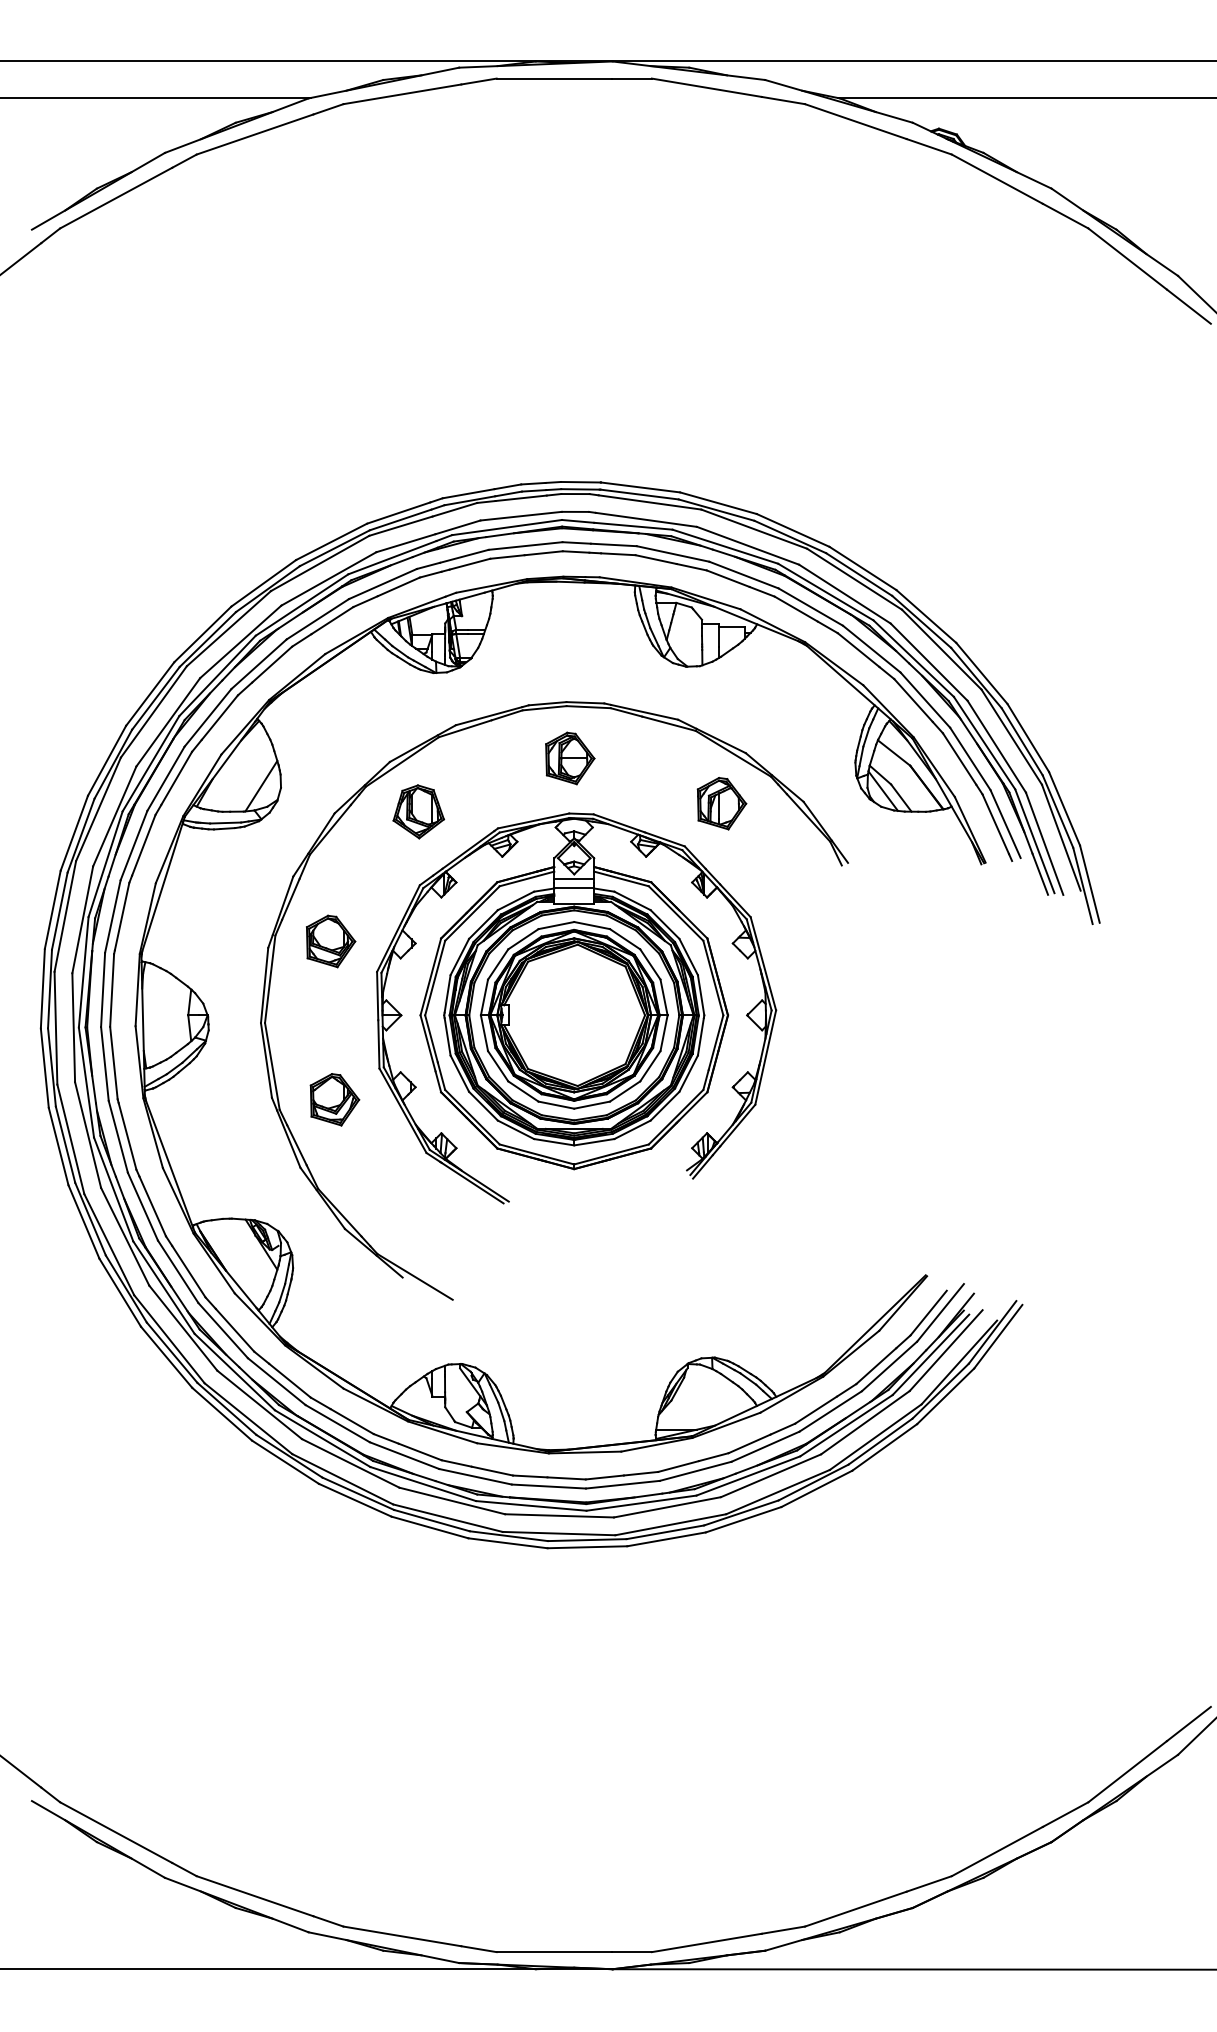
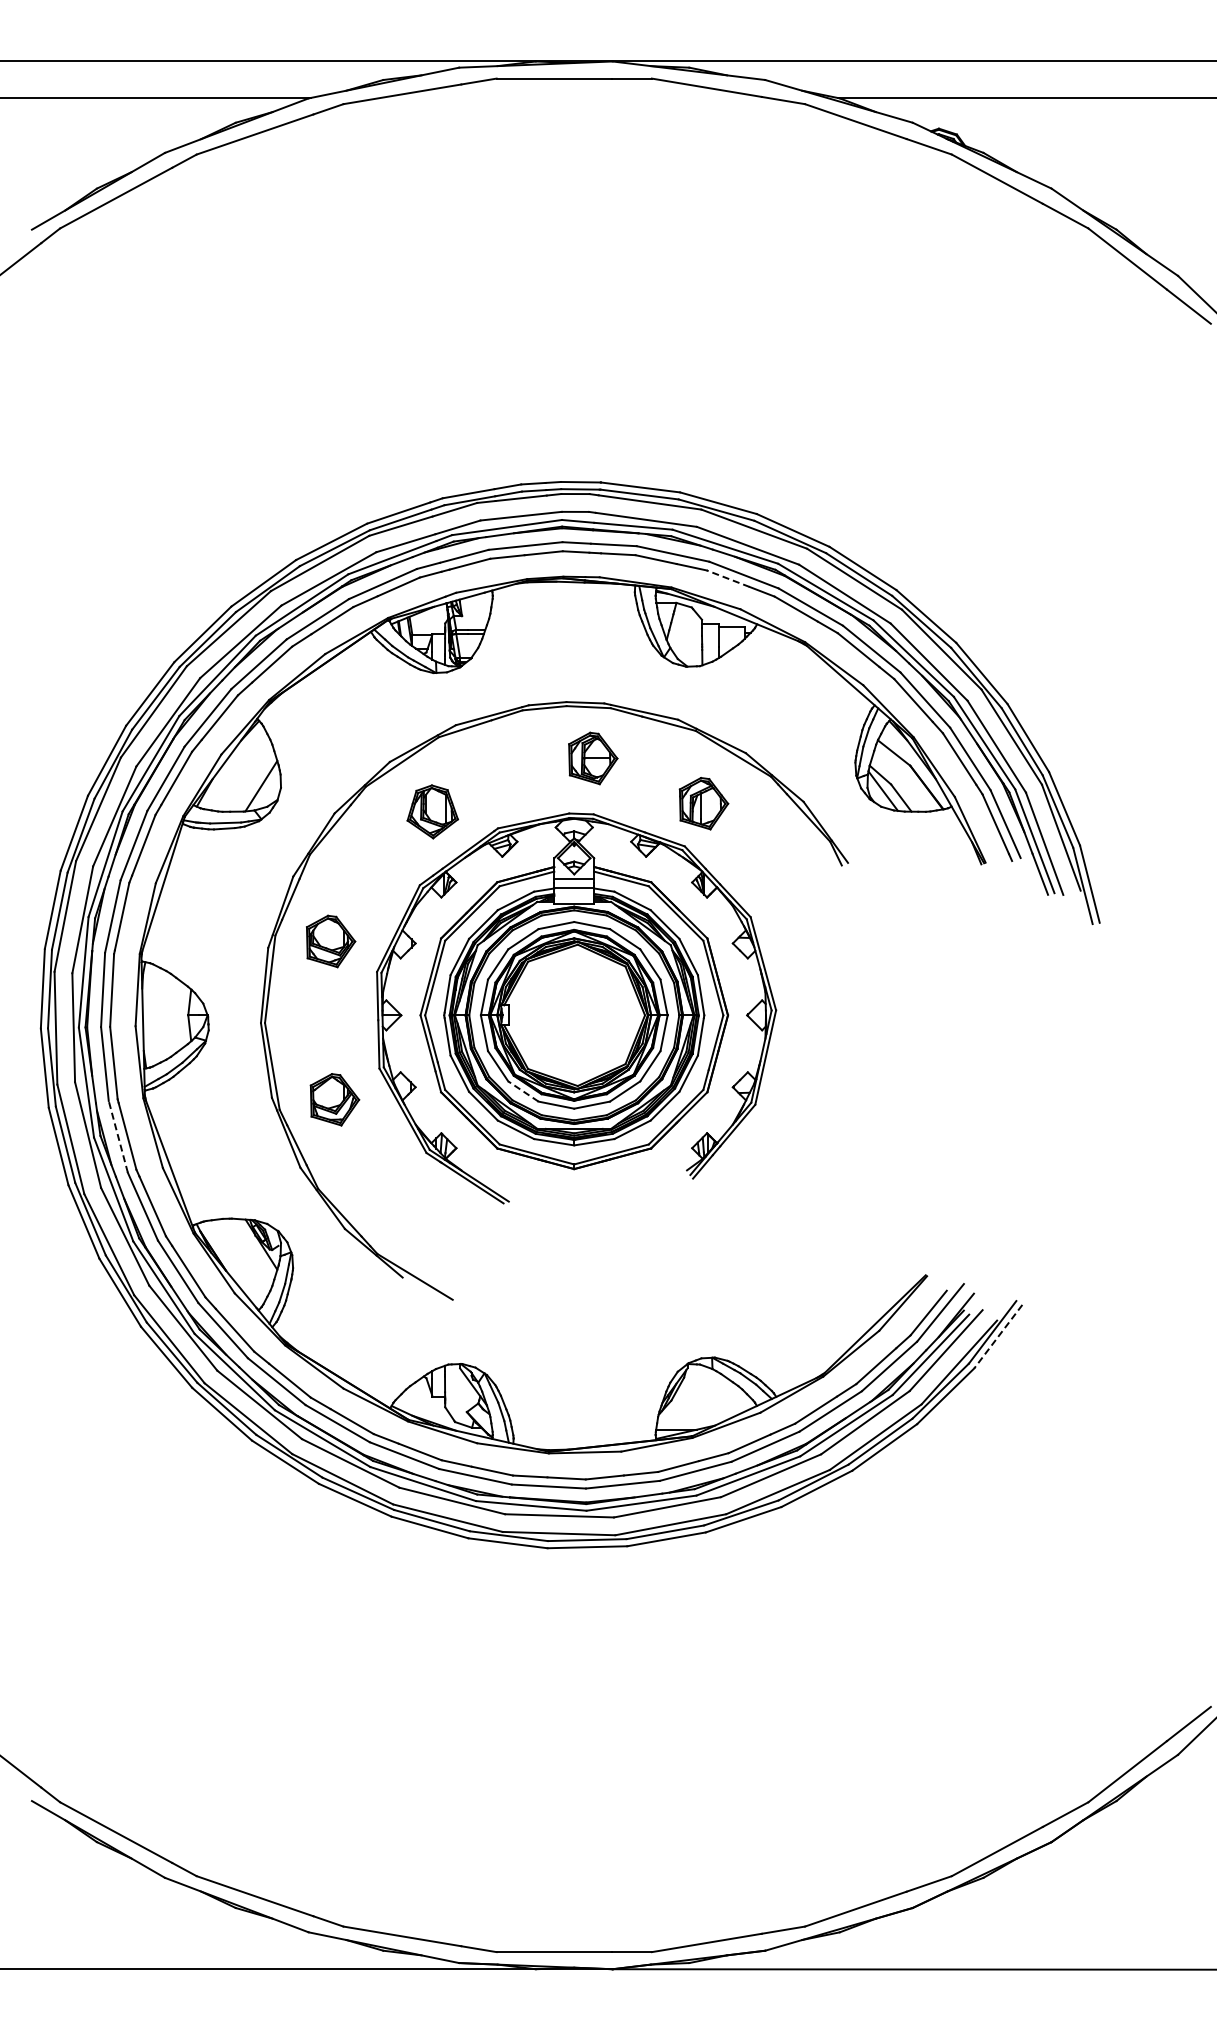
line at (727, 578): solid -> dashed
part at (570, 758) position: (570, 758) -> (593, 758)
part at (721, 803) position: (721, 803) -> (703, 803)
part at (418, 811) position: (418, 811) -> (432, 811)
line at (522, 1091): solid -> dashed
line at (118, 1136): solid -> dashed
line at (998, 1336): solid -> dashed
